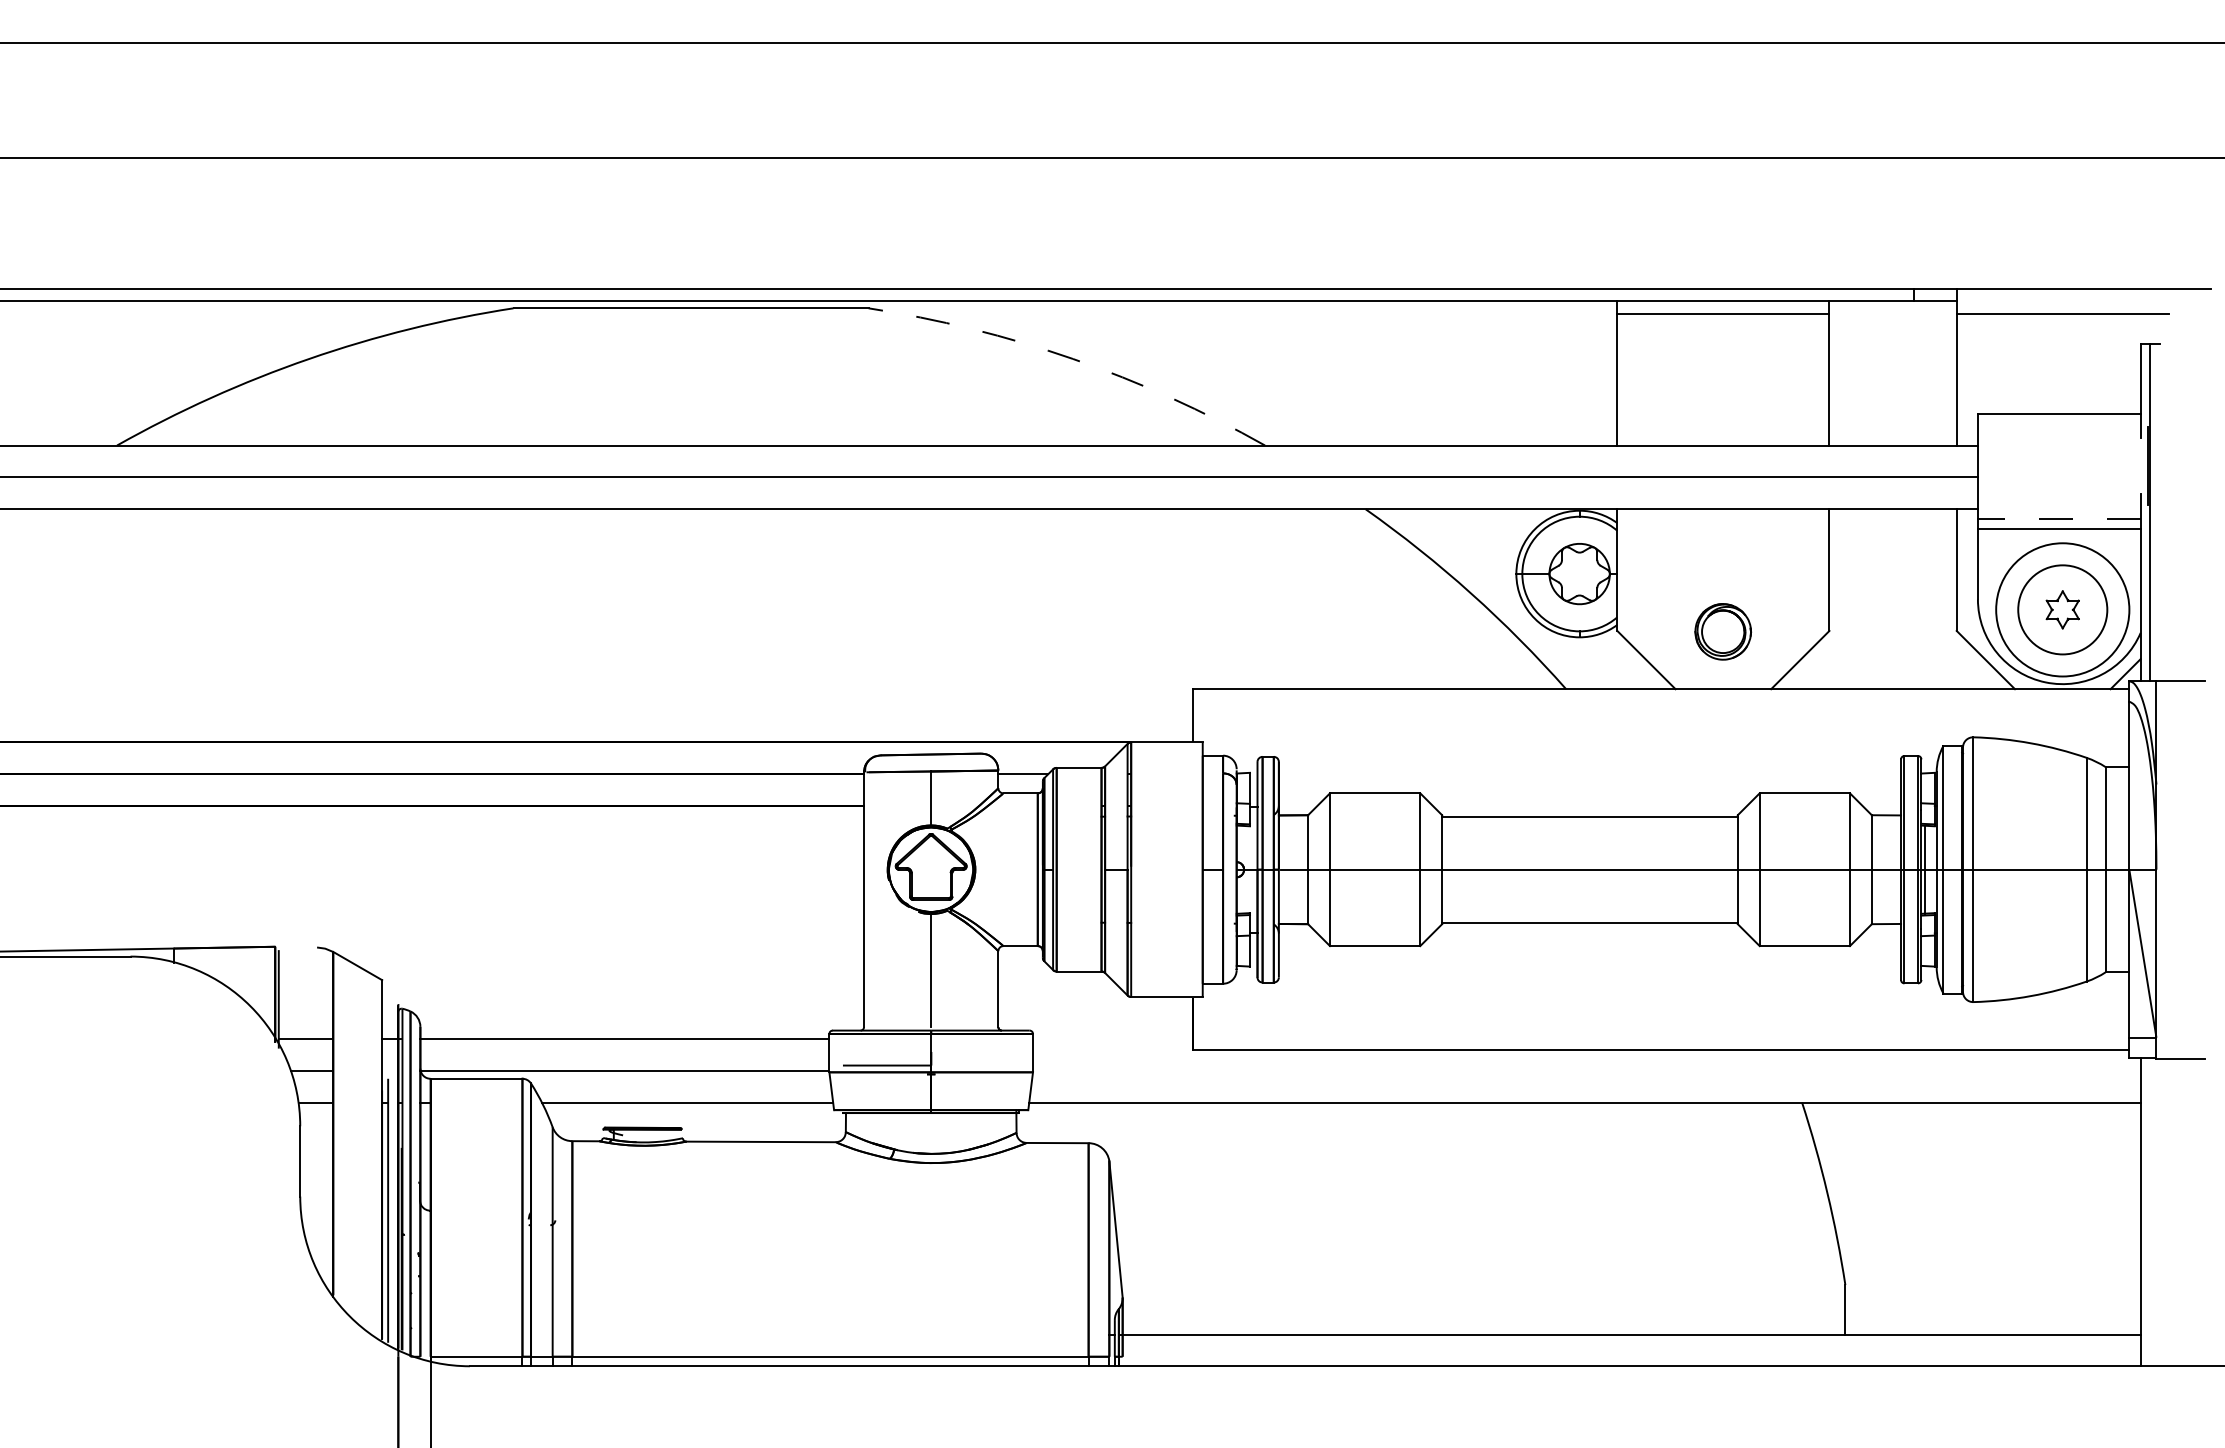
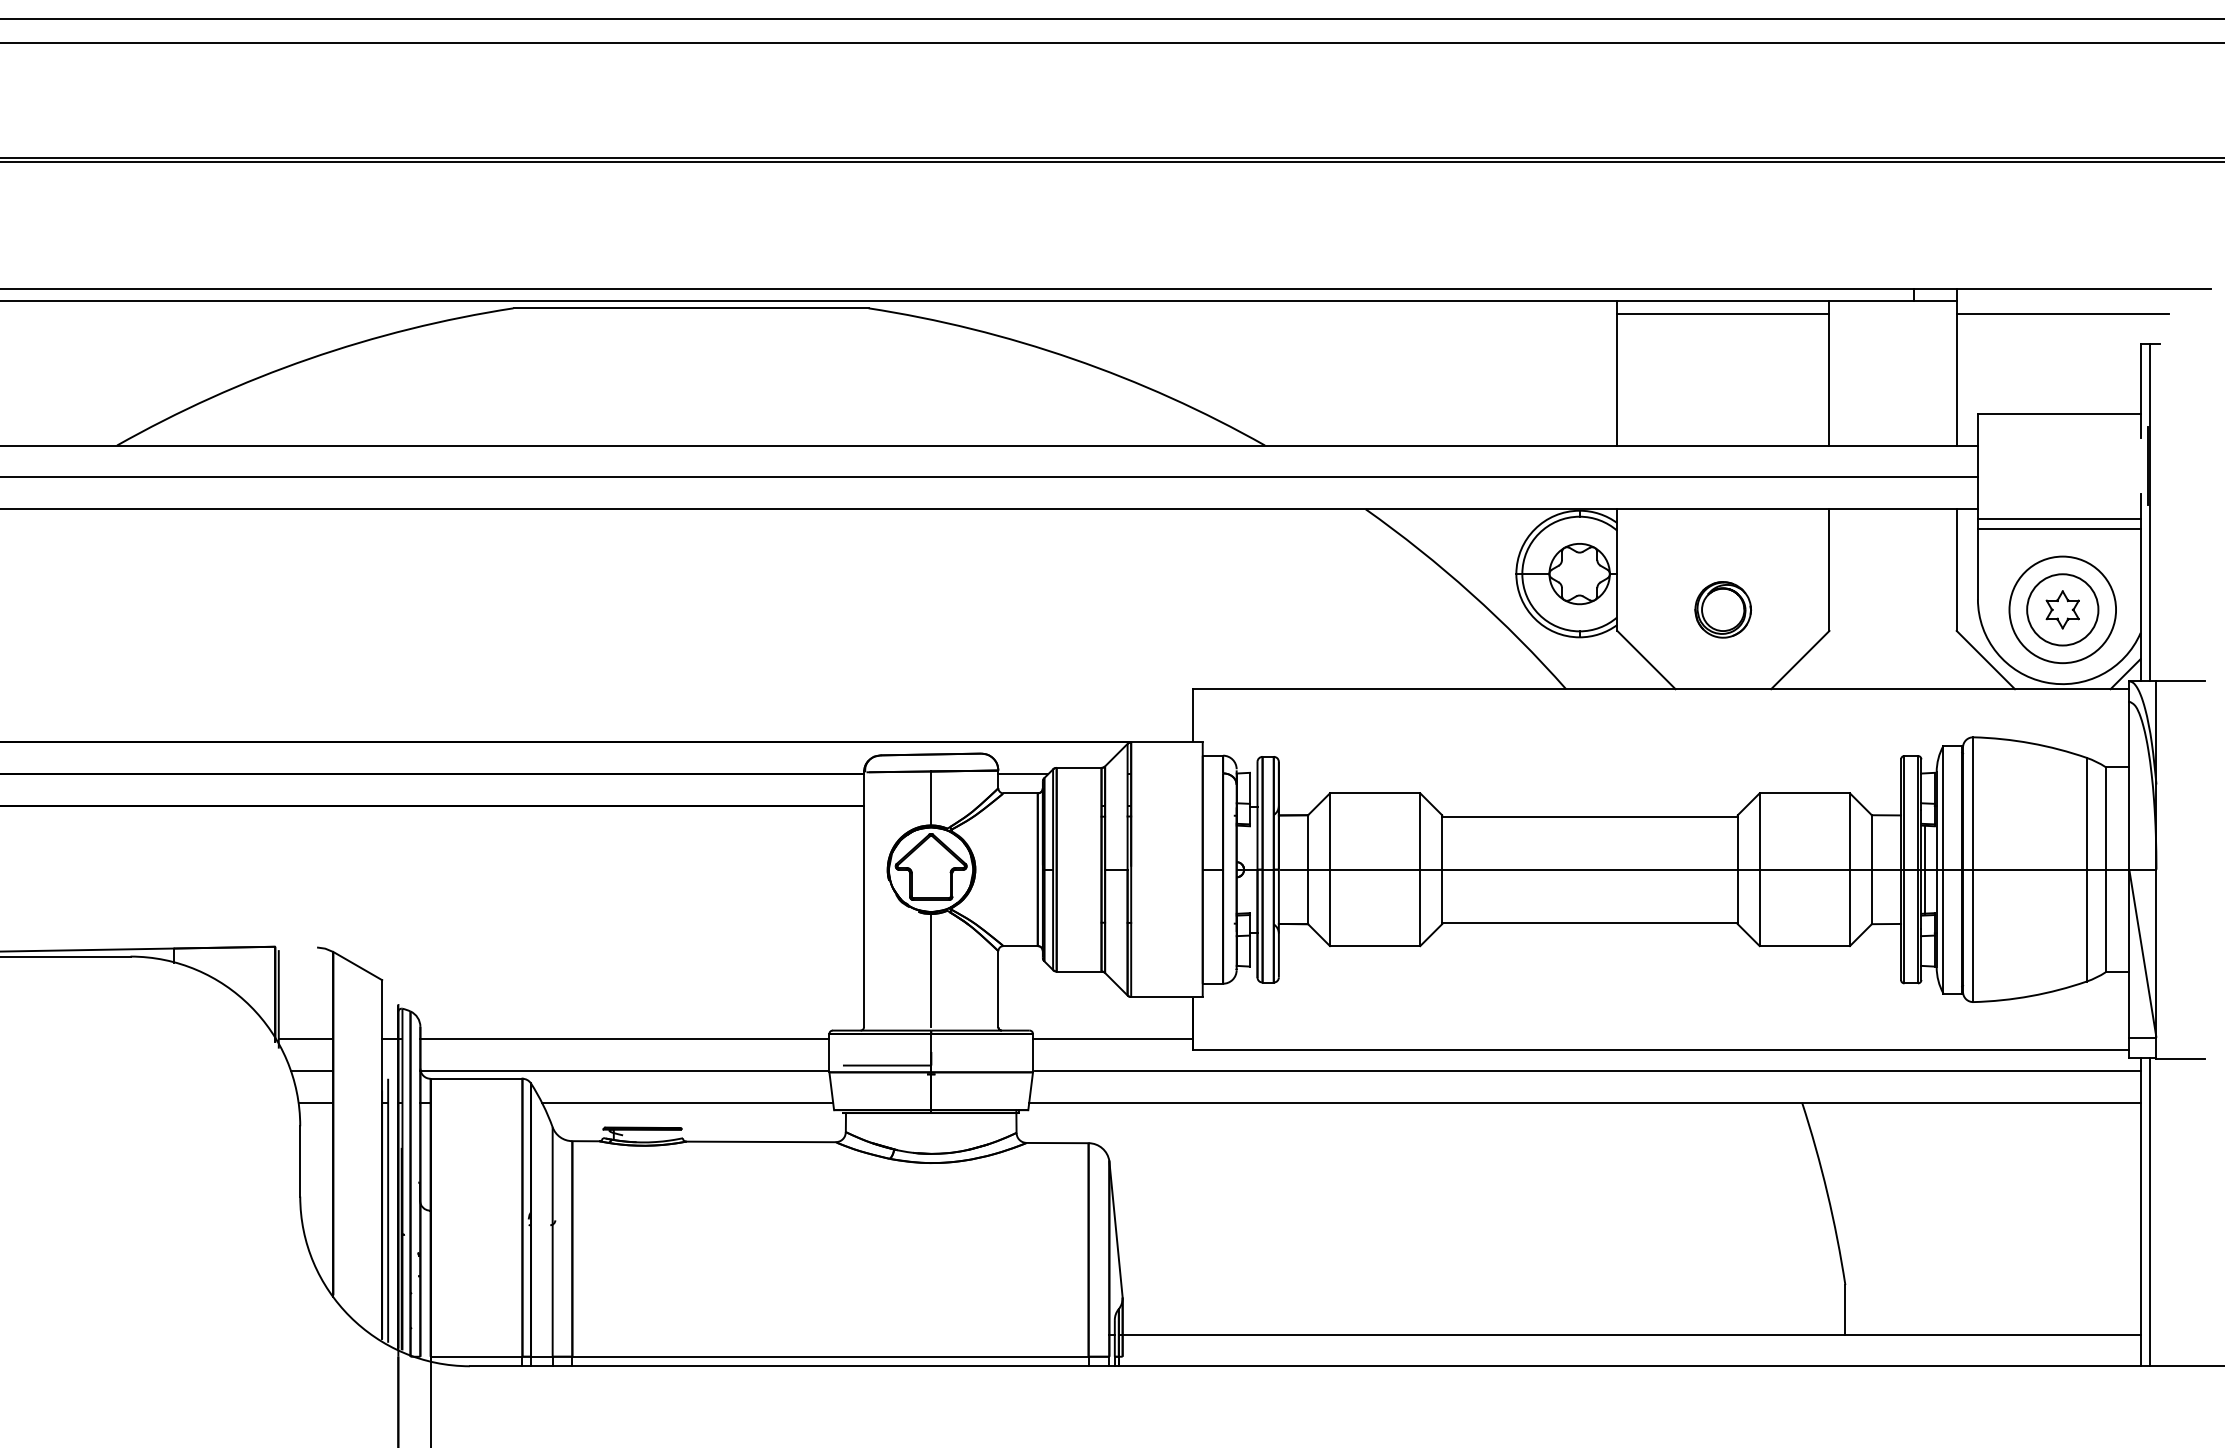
line at (1111, 19): none -> present
line at (1111, 161): none -> present
arc at (1073, 358): dashed -> solid
line at (2058, 518): dashed -> solid
circle at (2062, 609) diameter: 133 px -> 107 px
circle at (2062, 609) diameter: 89 px -> 71 px
part at (1722, 631) position: (1722, 631) -> (1722, 609)
line at (1112, 1038): none -> present
line at (1587, 1070): none -> present
line at (2150, 1212): none -> present
